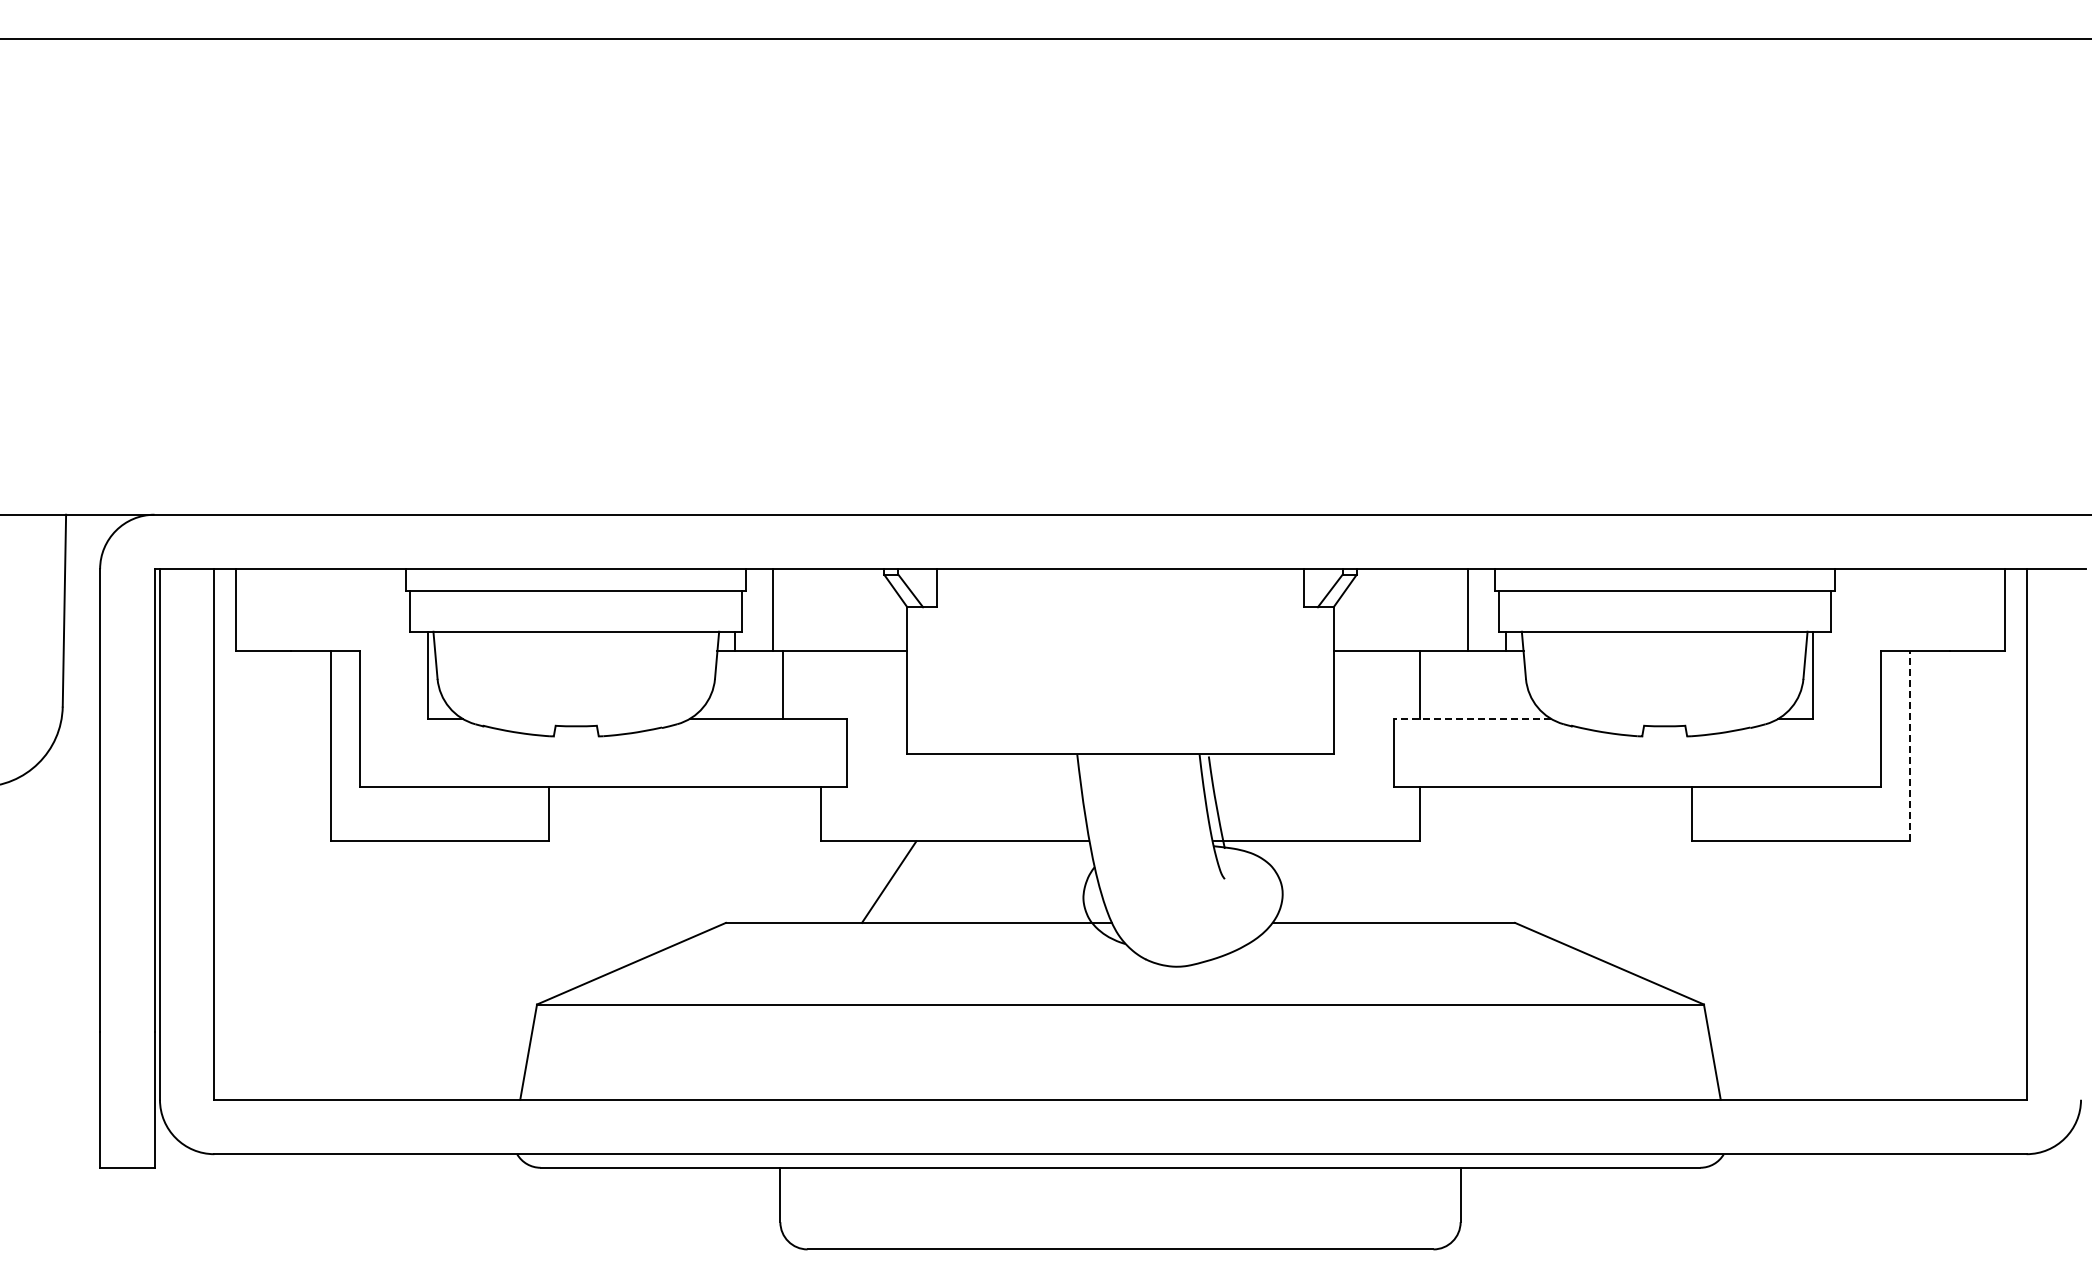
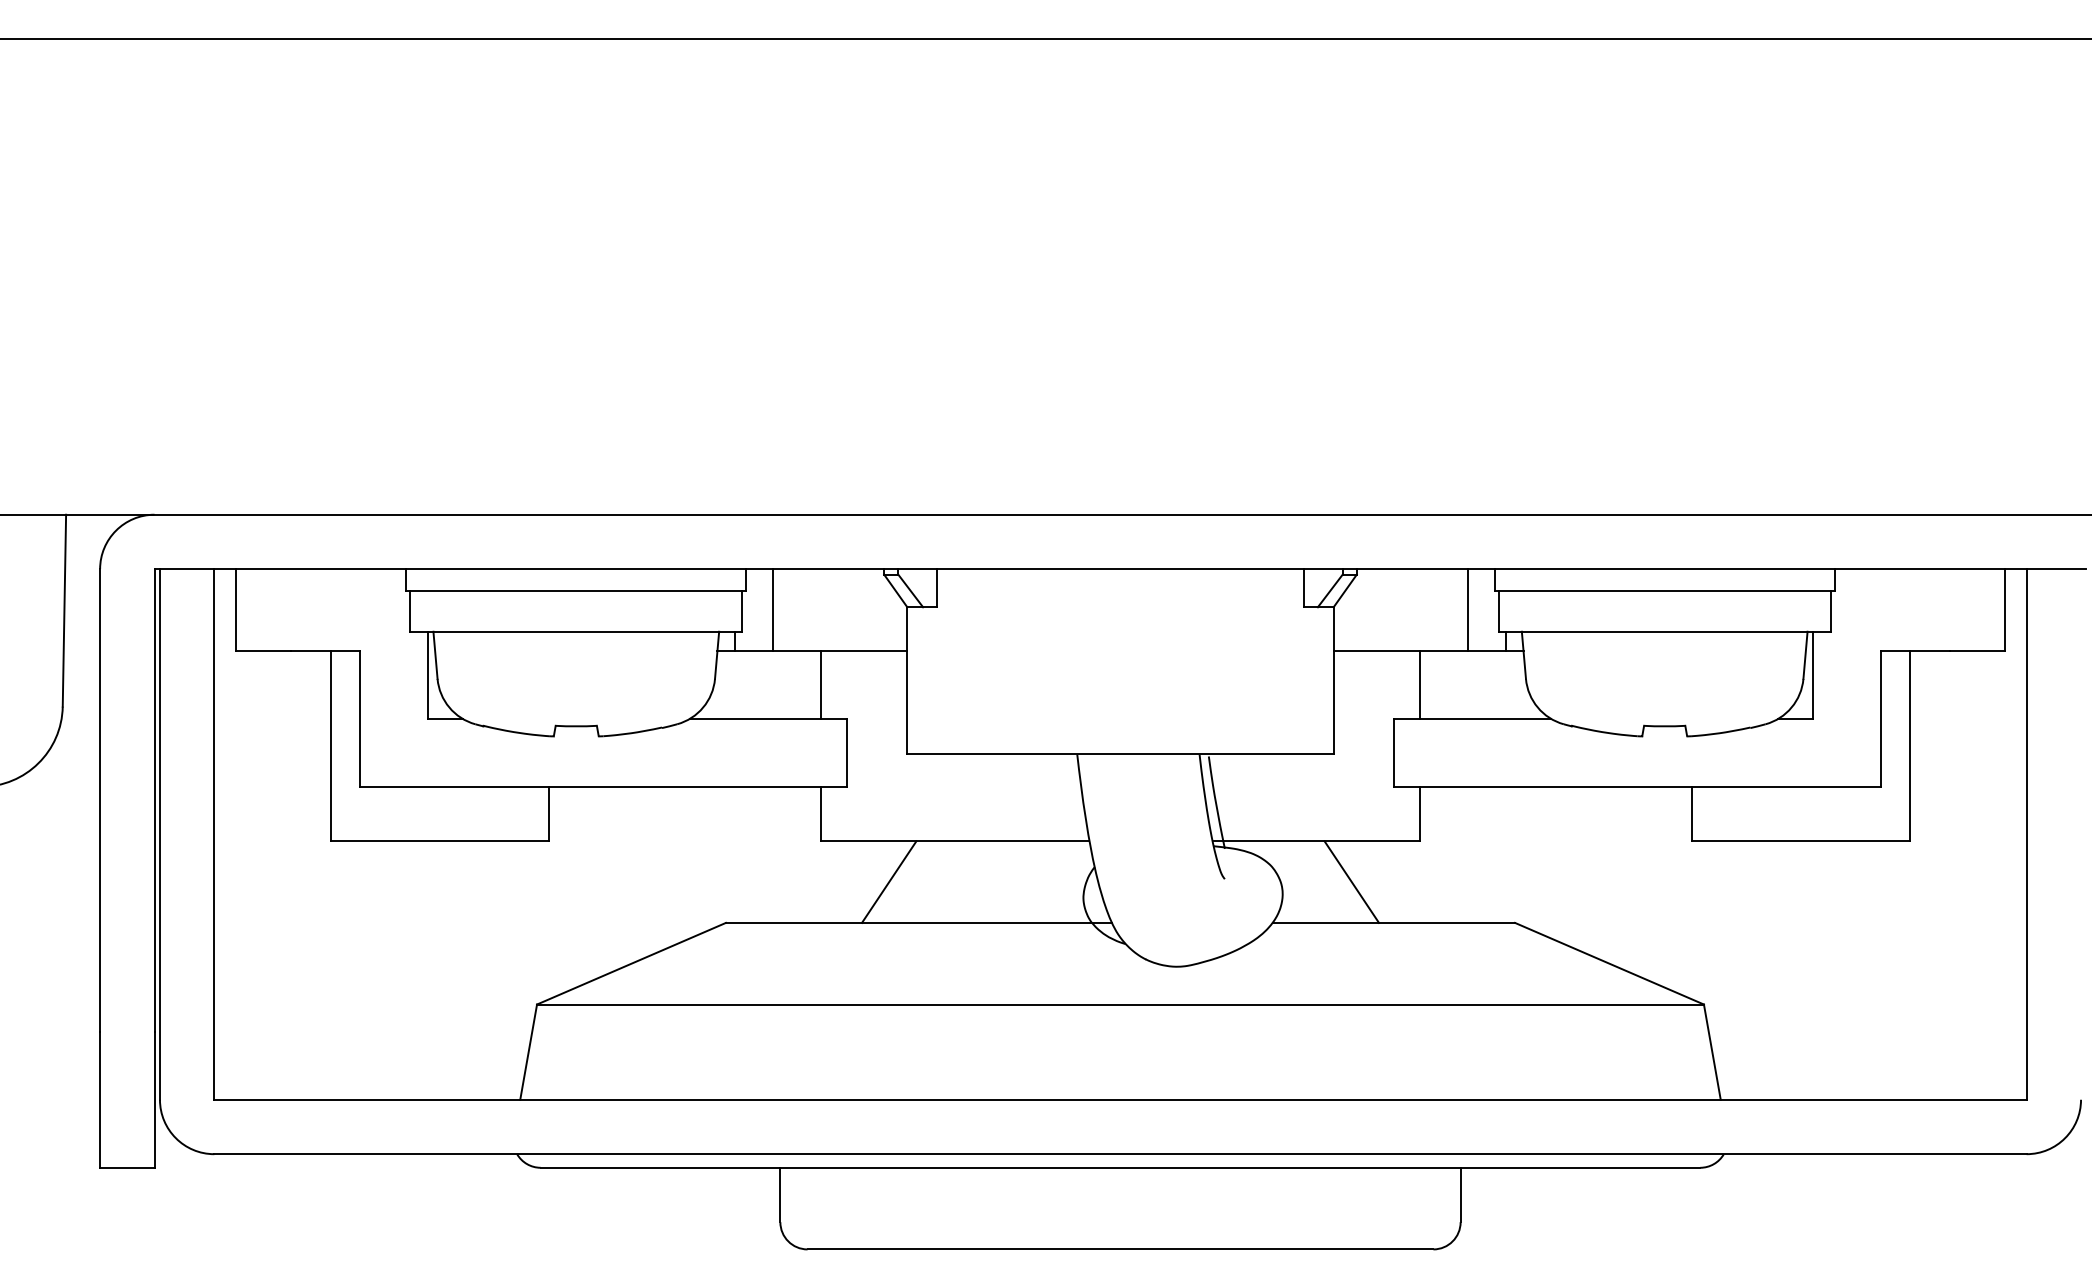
line at (783, 684) position: (783, 684) -> (821, 684)
line at (1472, 718): dashed -> solid
line at (1909, 745): dashed -> solid
line at (1351, 881): none -> present
